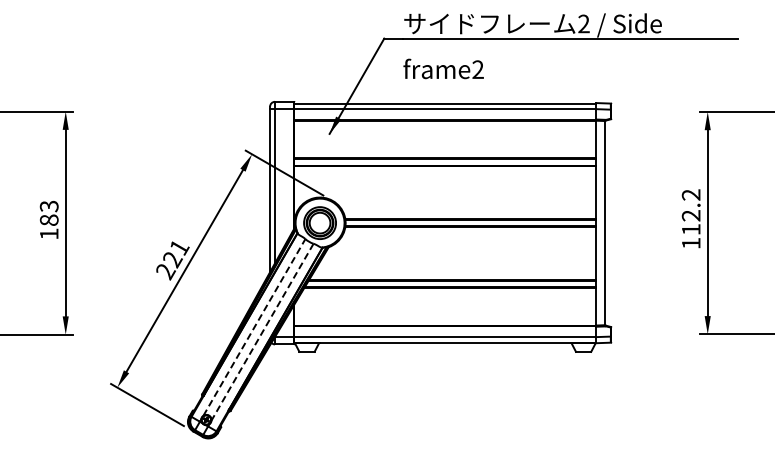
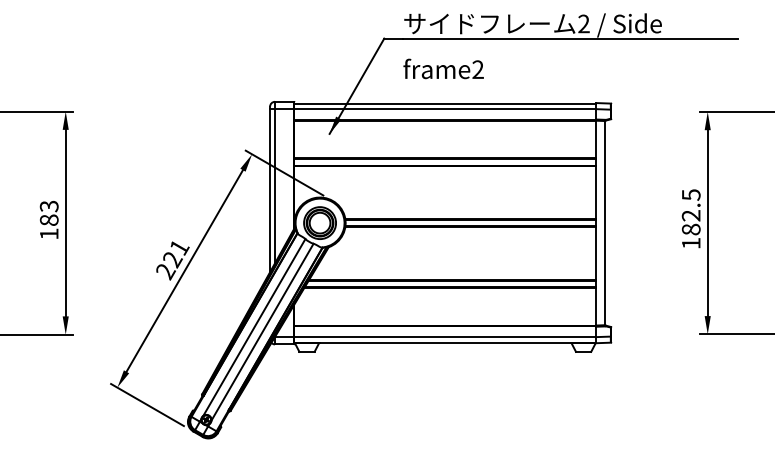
text at (690, 212): 112.2 -> 182.5
line at (254, 327): dashed -> solid
line at (262, 332): dashed -> solid
